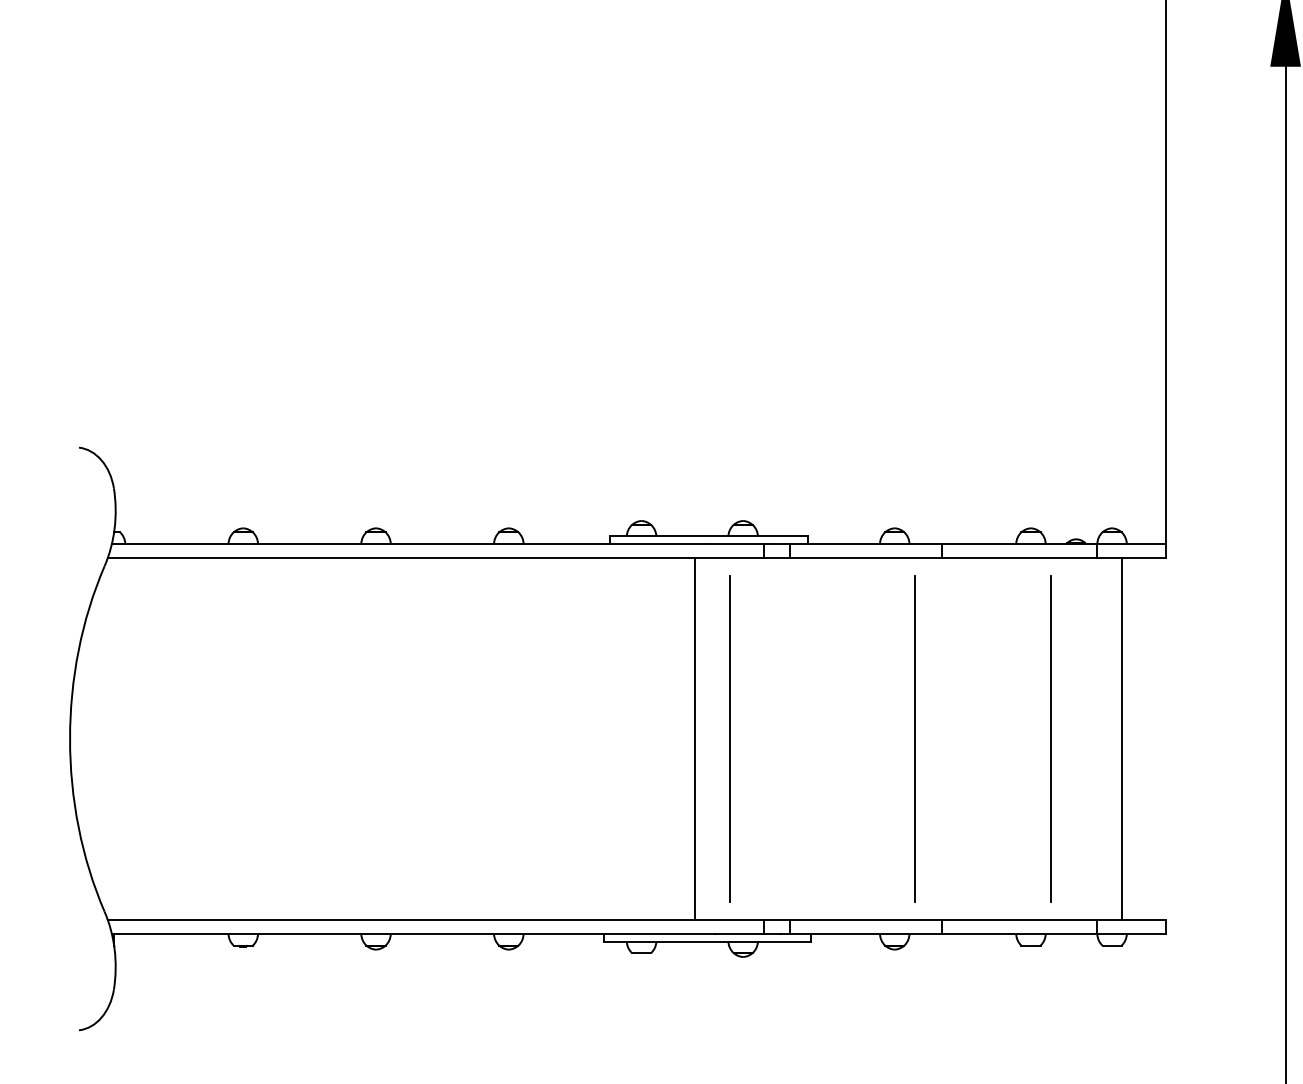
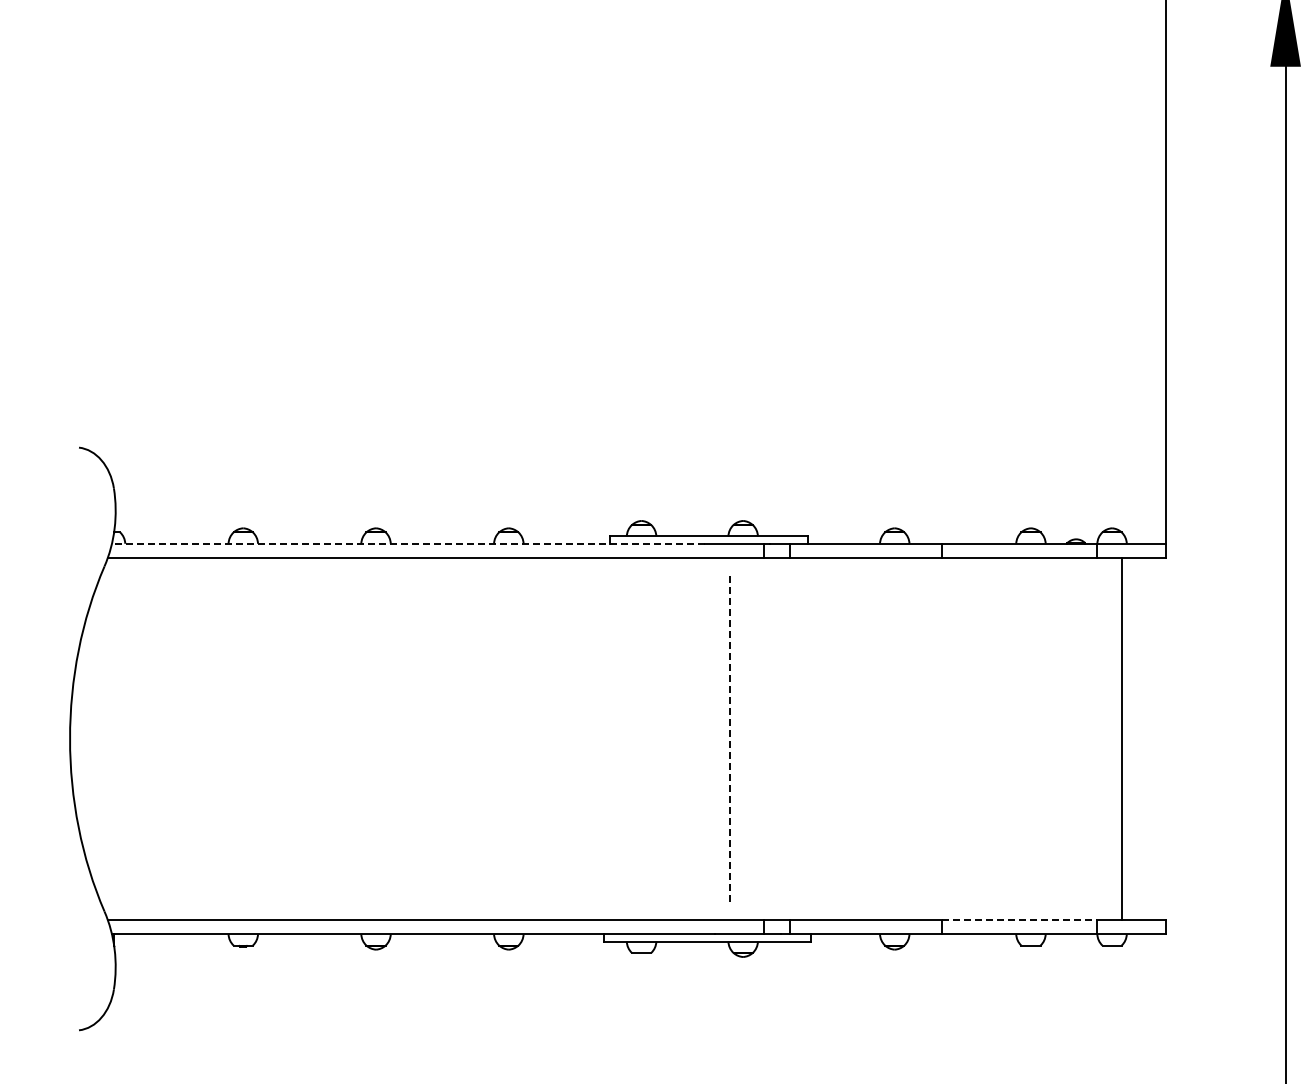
line at (407, 543): solid -> dashed
line at (695, 738): present -> none
line at (730, 738): solid -> dashed
line at (914, 738): present -> none
line at (1050, 738): present -> none
line at (1020, 920): solid -> dashed
